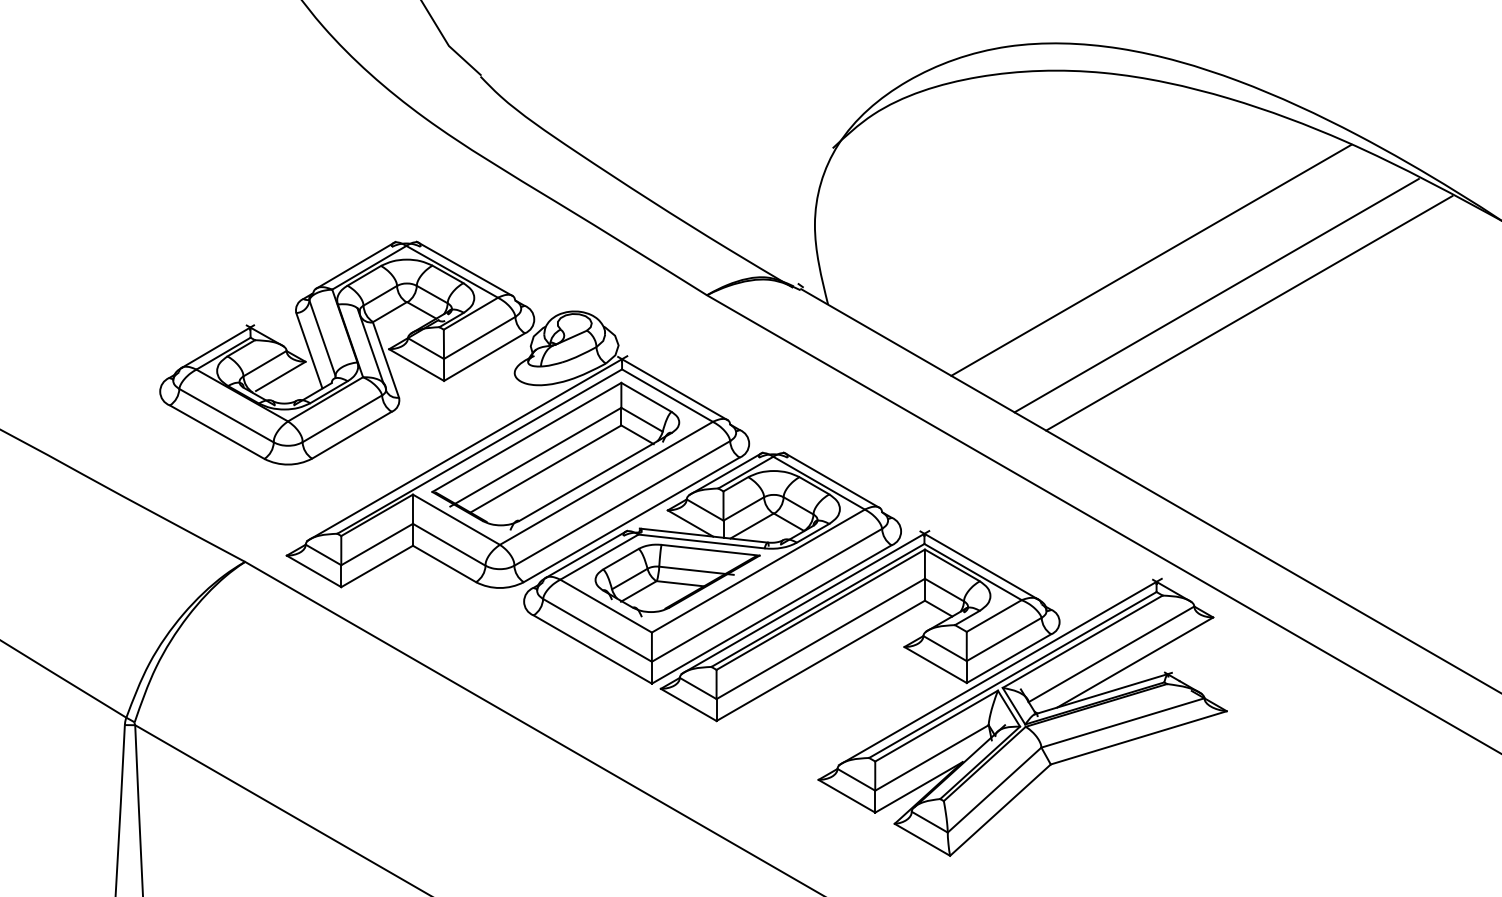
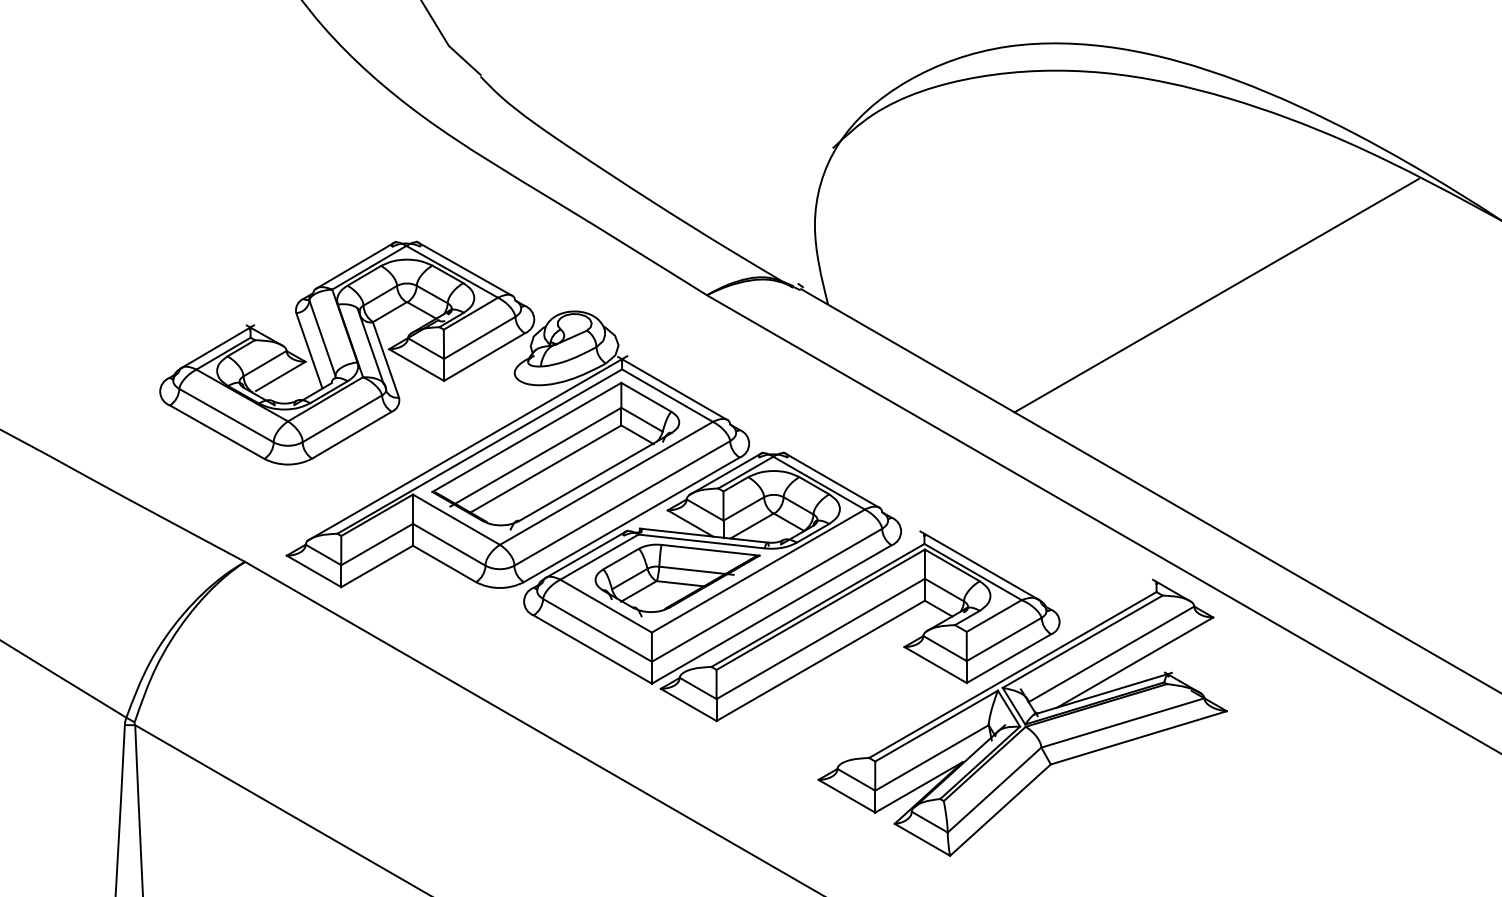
line at (1151, 259): present -> none
line at (1249, 313): present -> none
line at (805, 602): present -> none
line at (999, 671): present -> none
